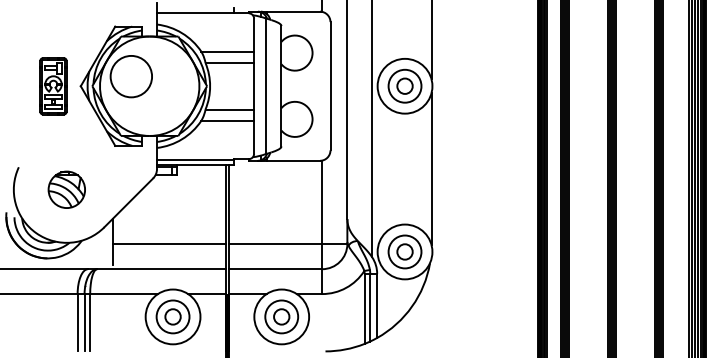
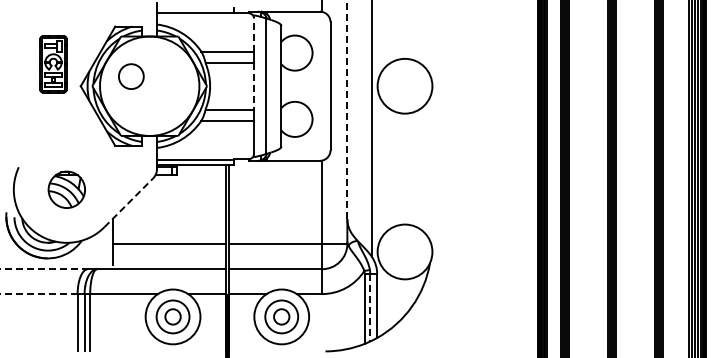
line at (254, 34): solid -> dashed
line at (431, 40): present -> none
circle at (131, 76) diameter: 41 px -> 25 px
part at (404, 85): present -> none
part at (53, 86) position: (53, 86) -> (53, 64)
line at (254, 86): solid -> dashed
line at (347, 109): solid -> dashed
line at (431, 169): present -> none
line at (129, 202): solid -> dashed
part at (404, 251): present -> none
line at (44, 269): solid -> dashed
line at (38, 294): solid -> dashed
line at (370, 307): solid -> dashed
